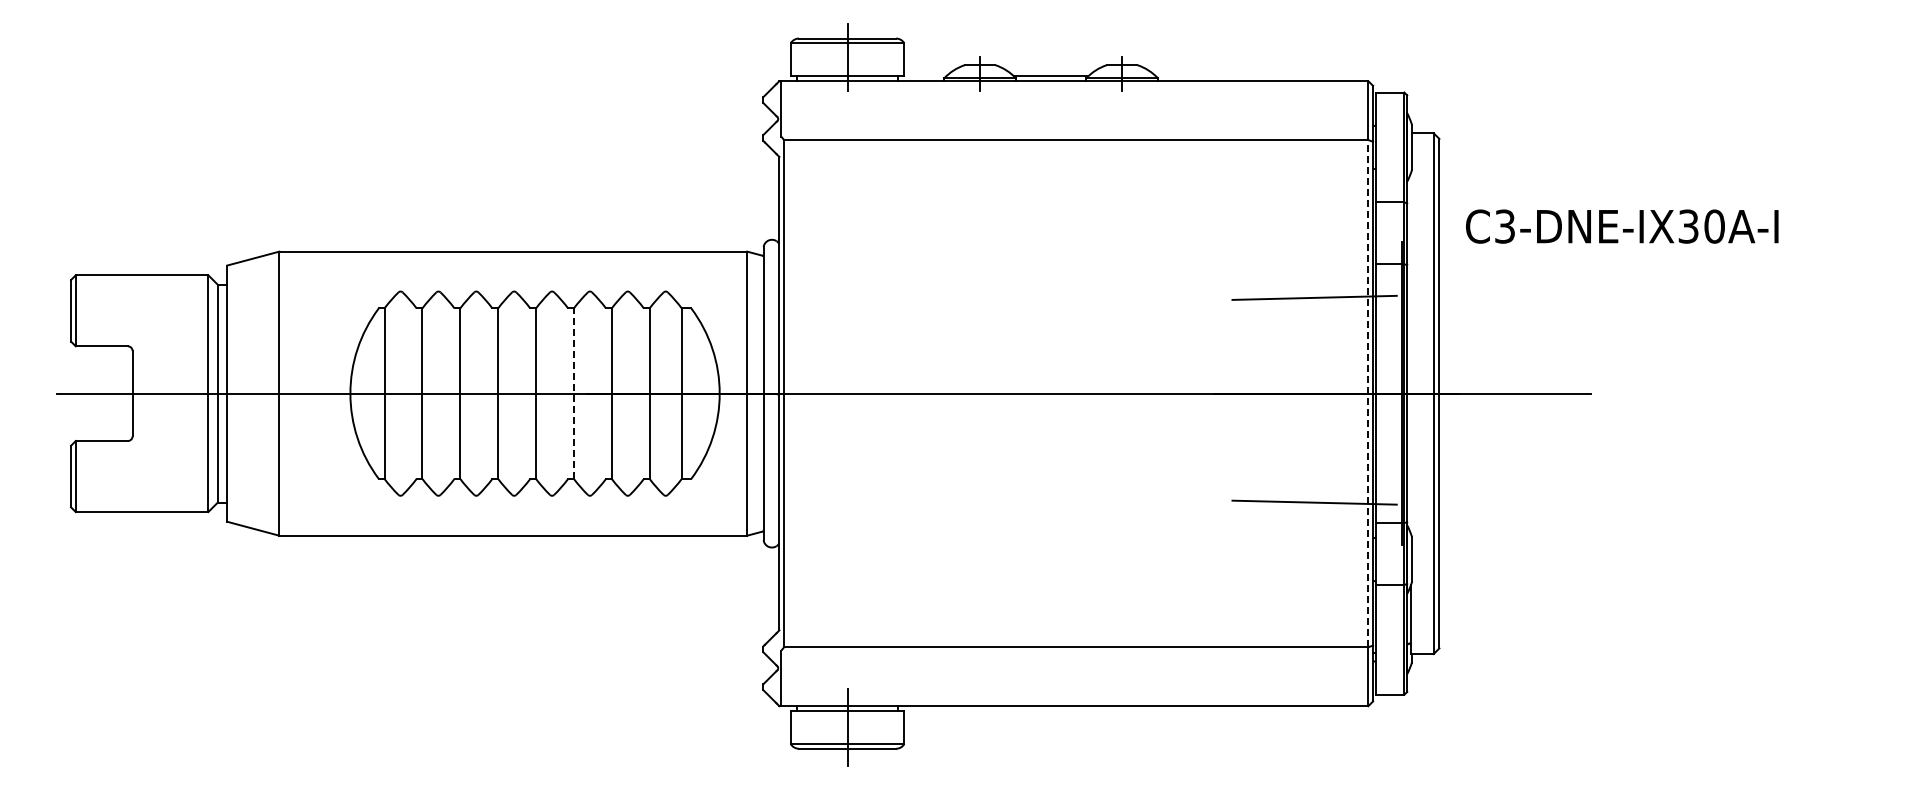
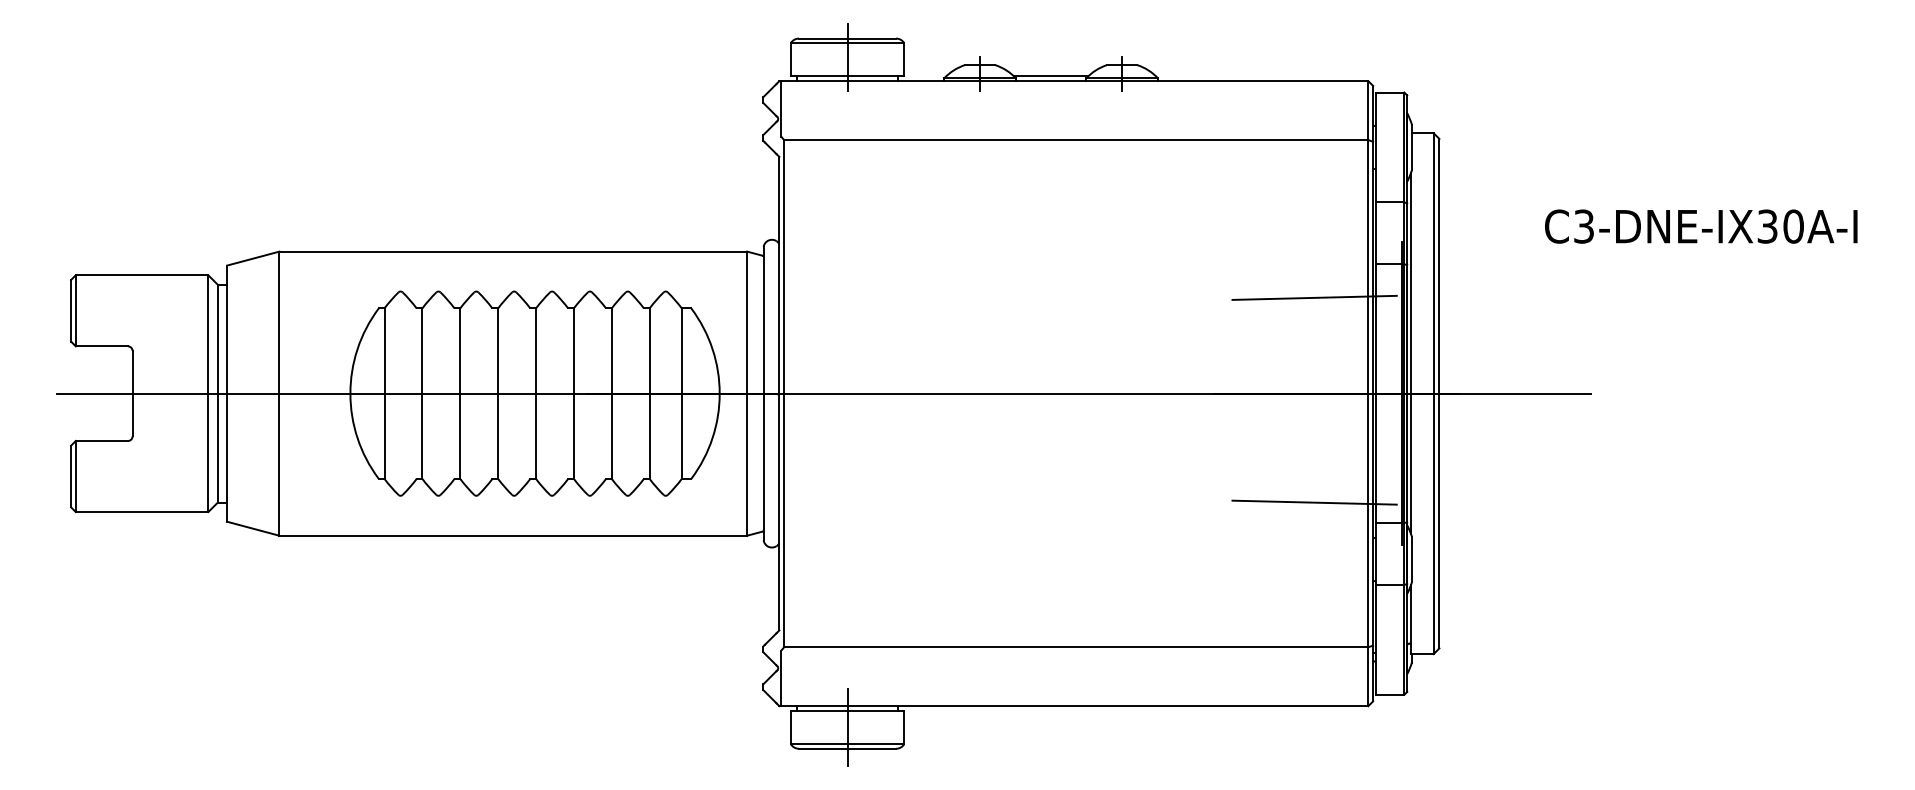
text at (1622, 226) position: (1622, 226) -> (1701, 226)
line at (1410, 353): none -> present
line at (573, 393): dashed -> solid
line at (1368, 393): dashed -> solid
